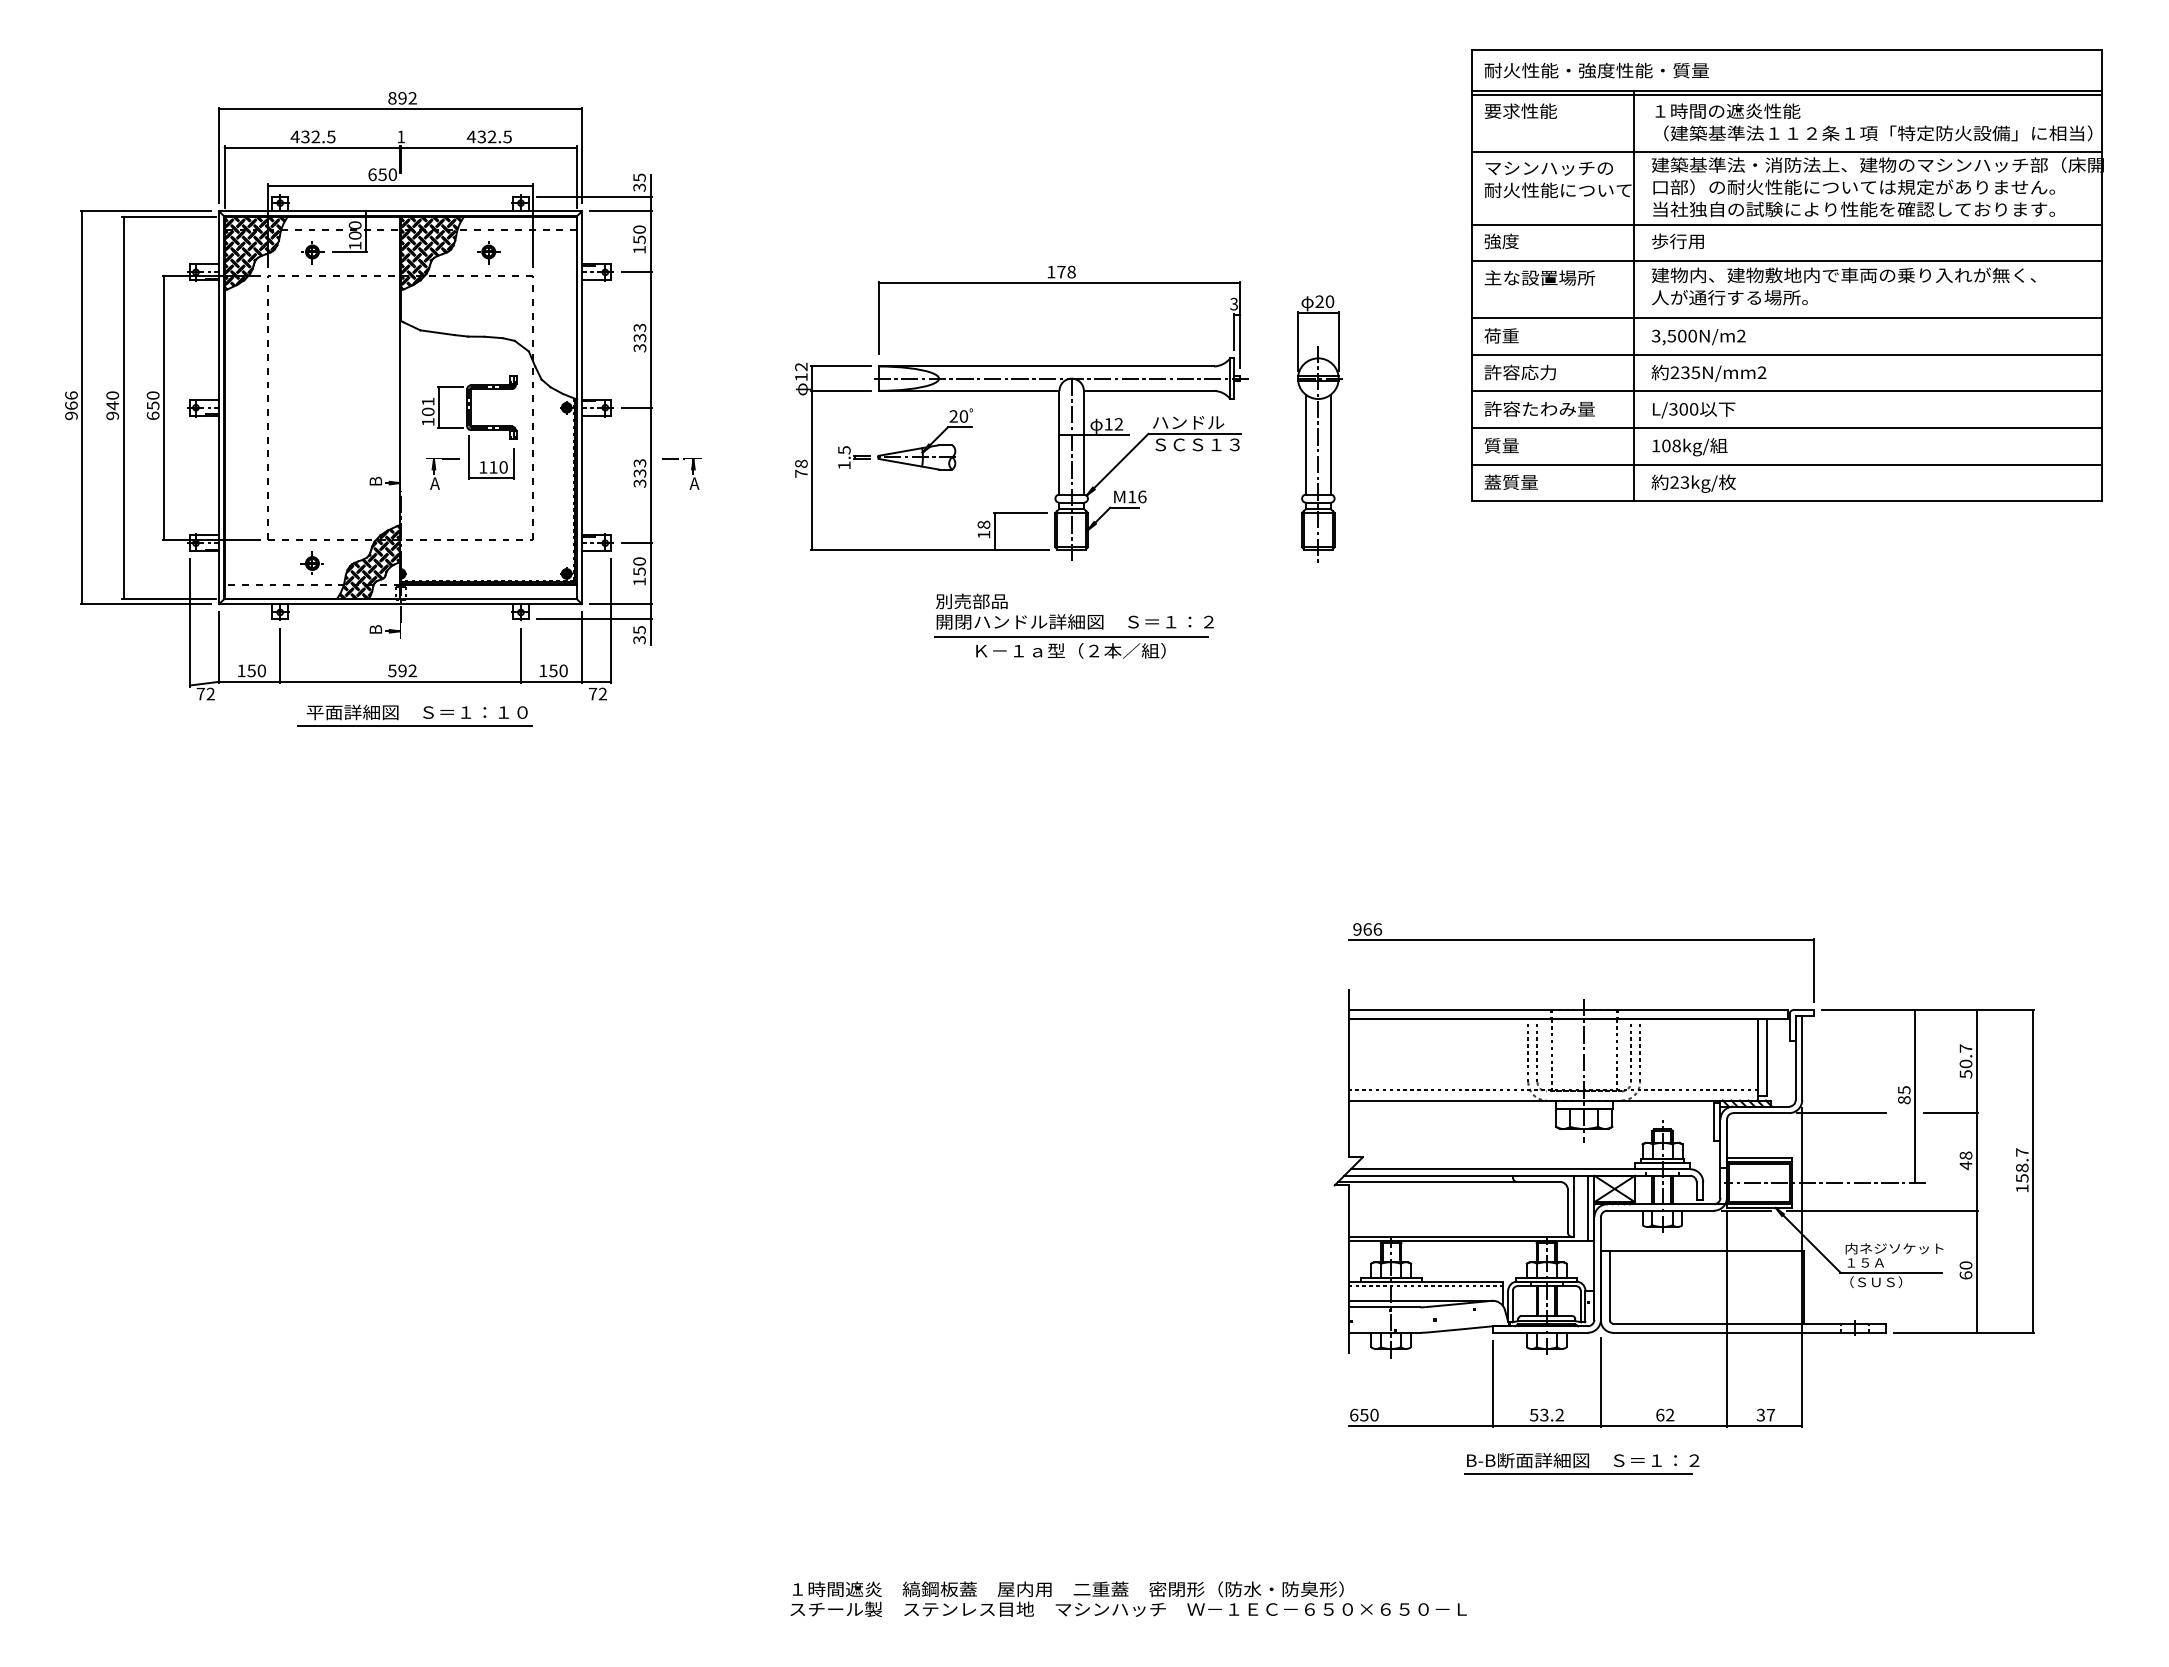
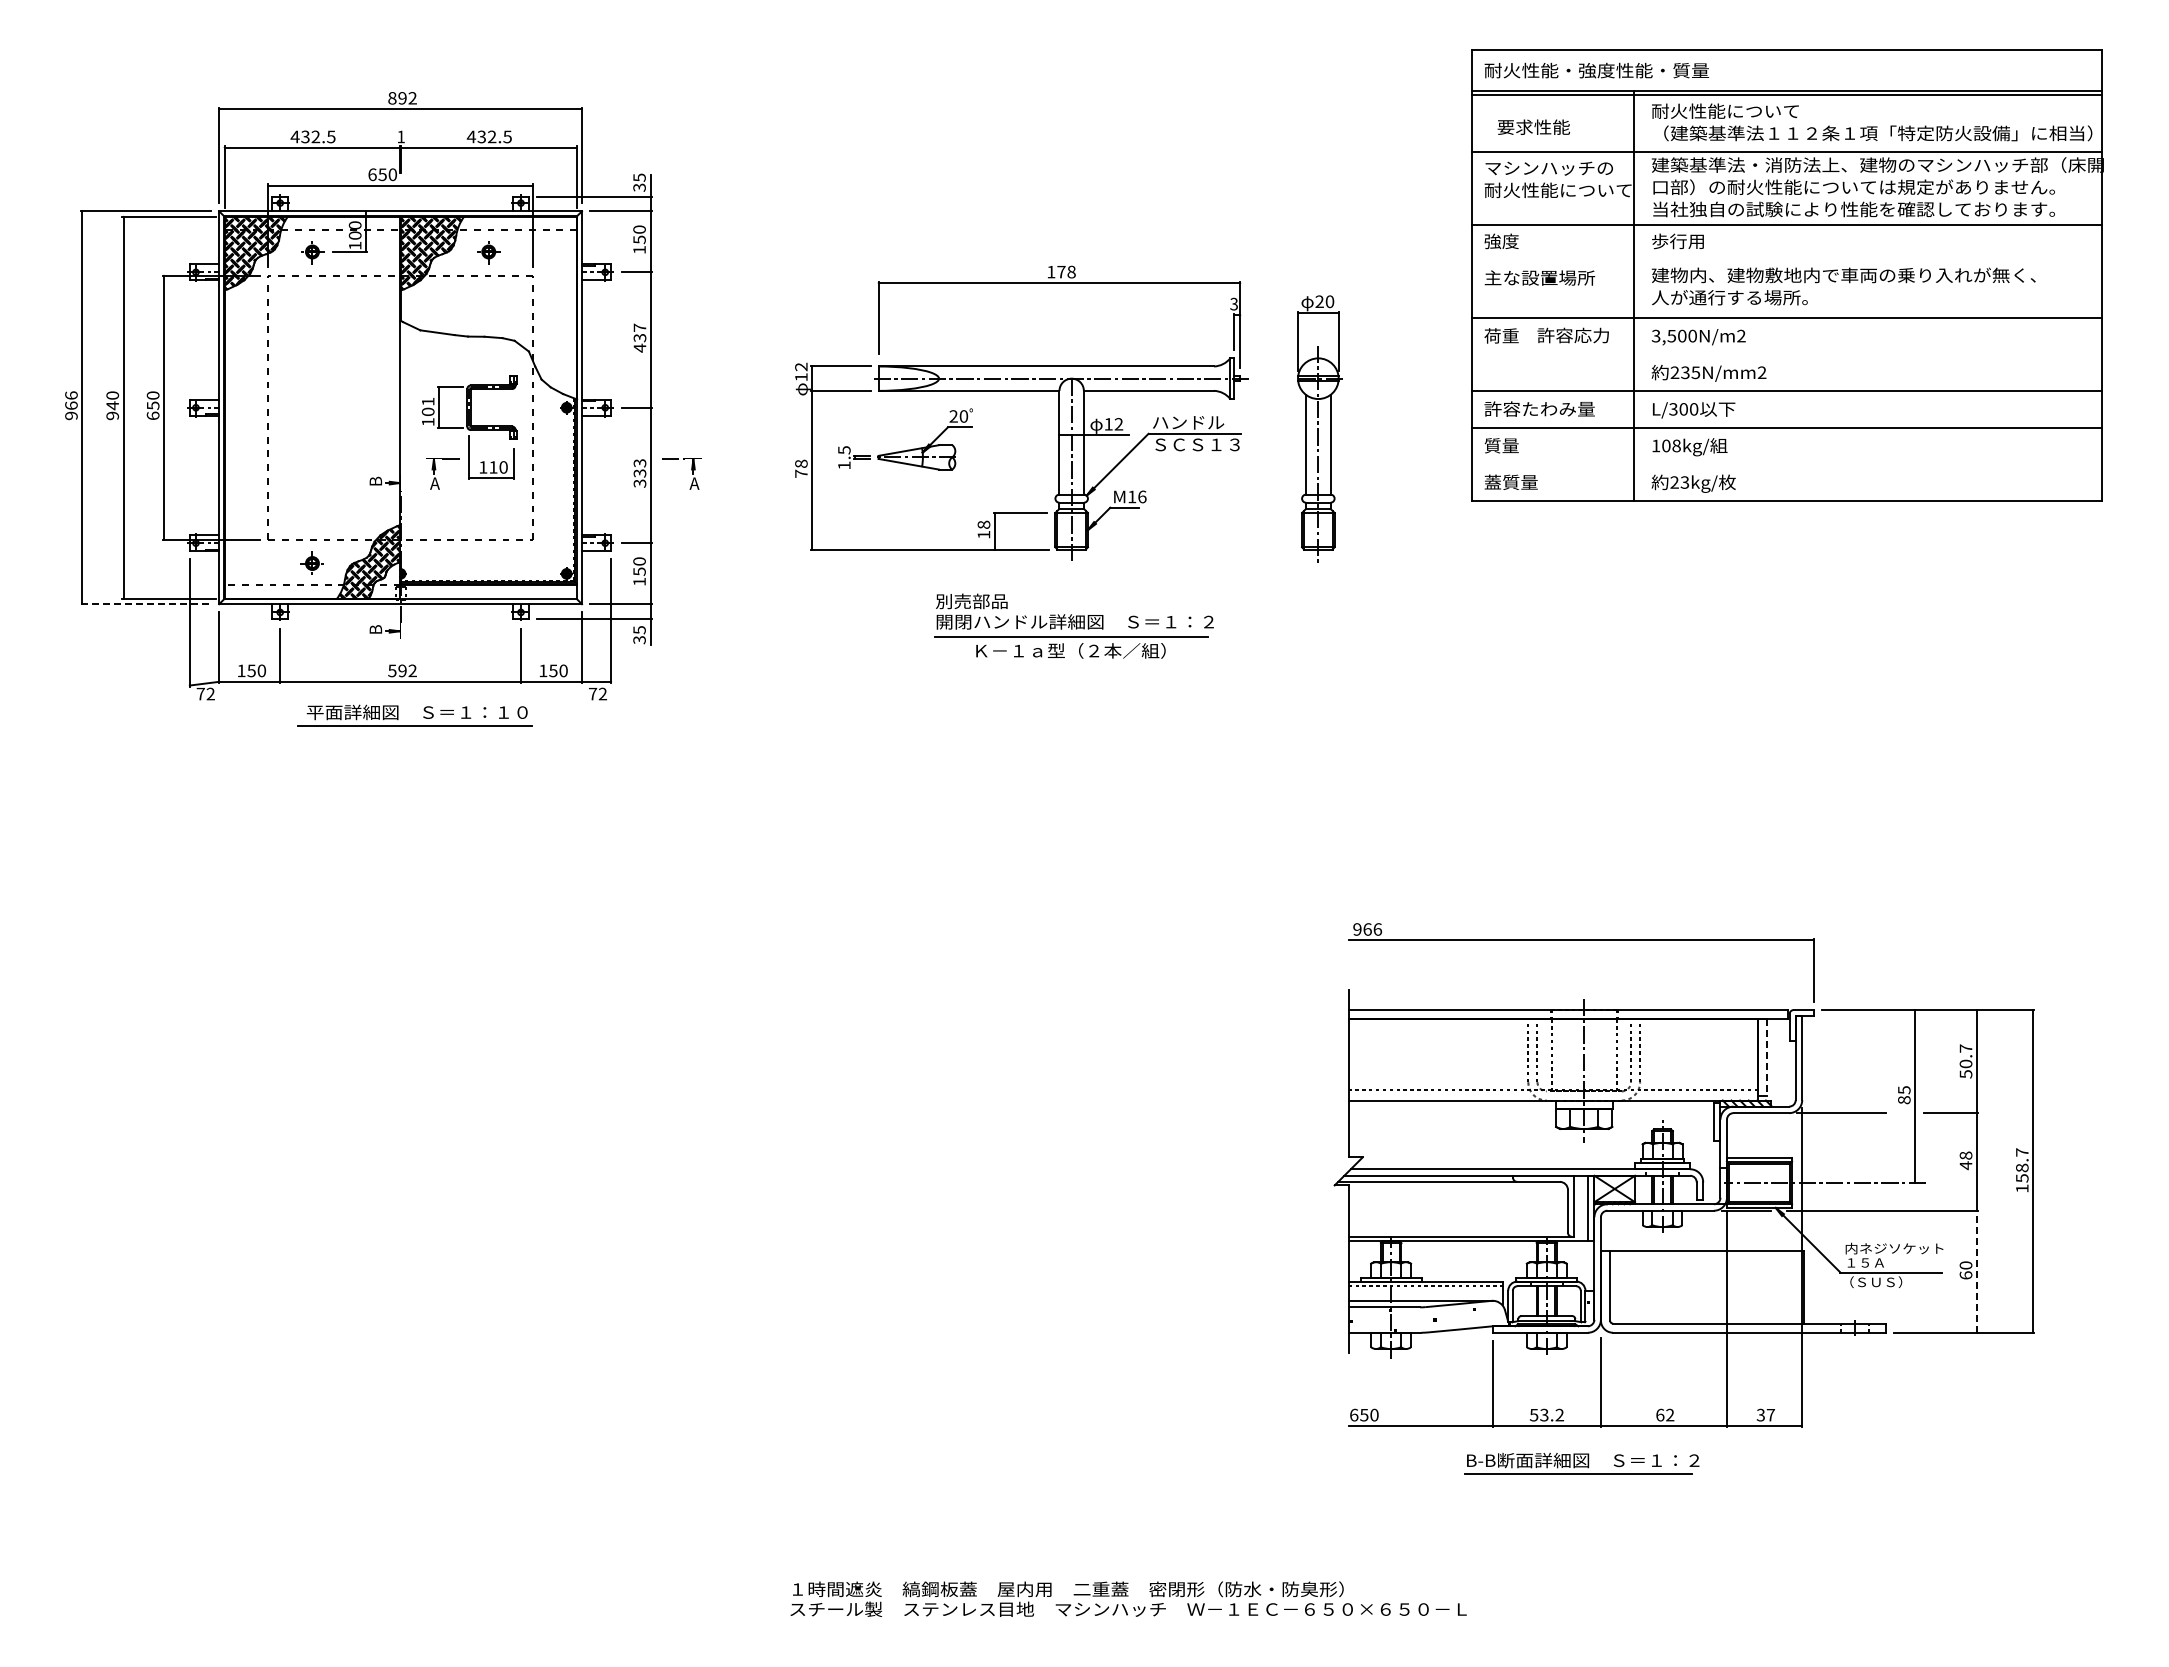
text at (1520, 110) position: (1520, 110) -> (1533, 126)
text at (1726, 110): １時間の遮炎性能 -> 耐火性能について
line at (1786, 261): present -> none
text at (639, 337): 333 -> 437
line at (1786, 354): present -> none
text at (1519, 372) position: (1519, 372) -> (1572, 335)
line at (1786, 464): present -> none
line at (146, 604): solid -> dashed
line at (1767, 1057): solid -> dashed
line at (1976, 1271): solid -> dashed
